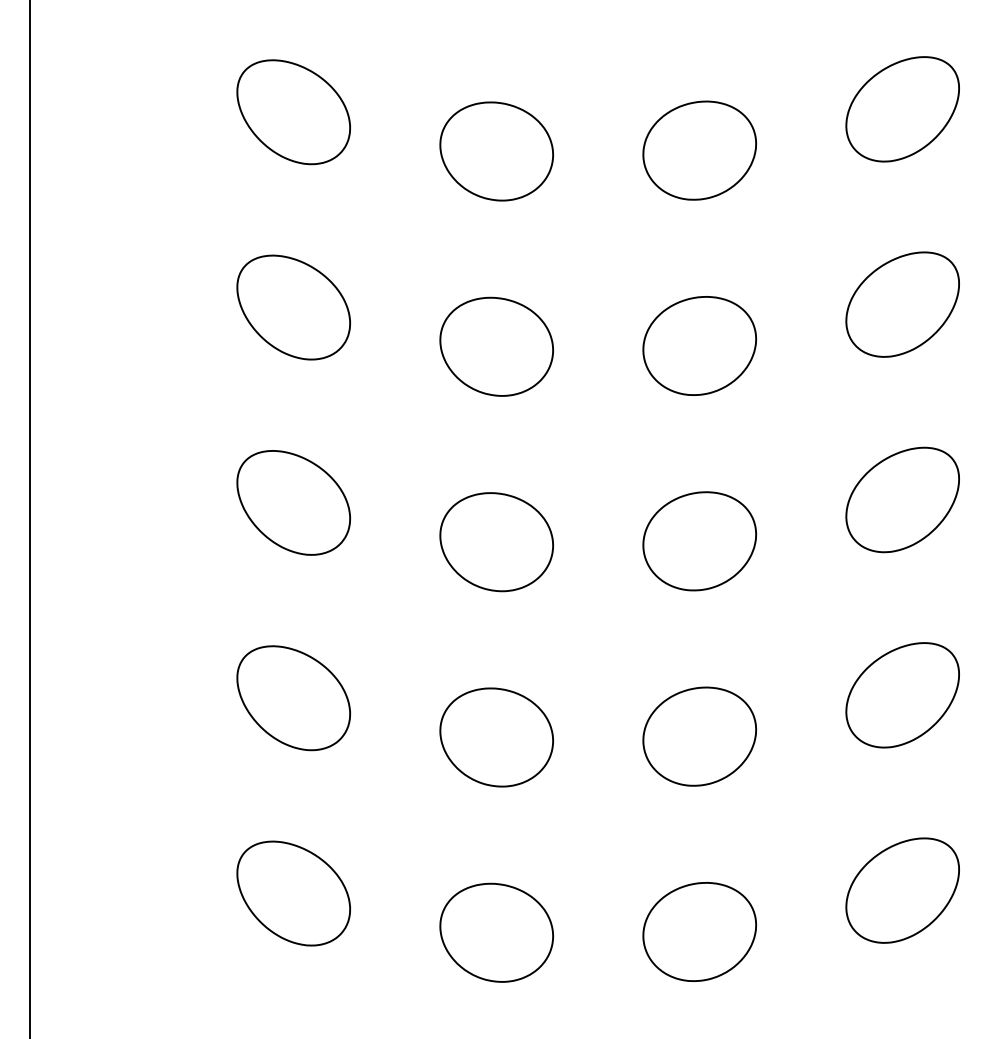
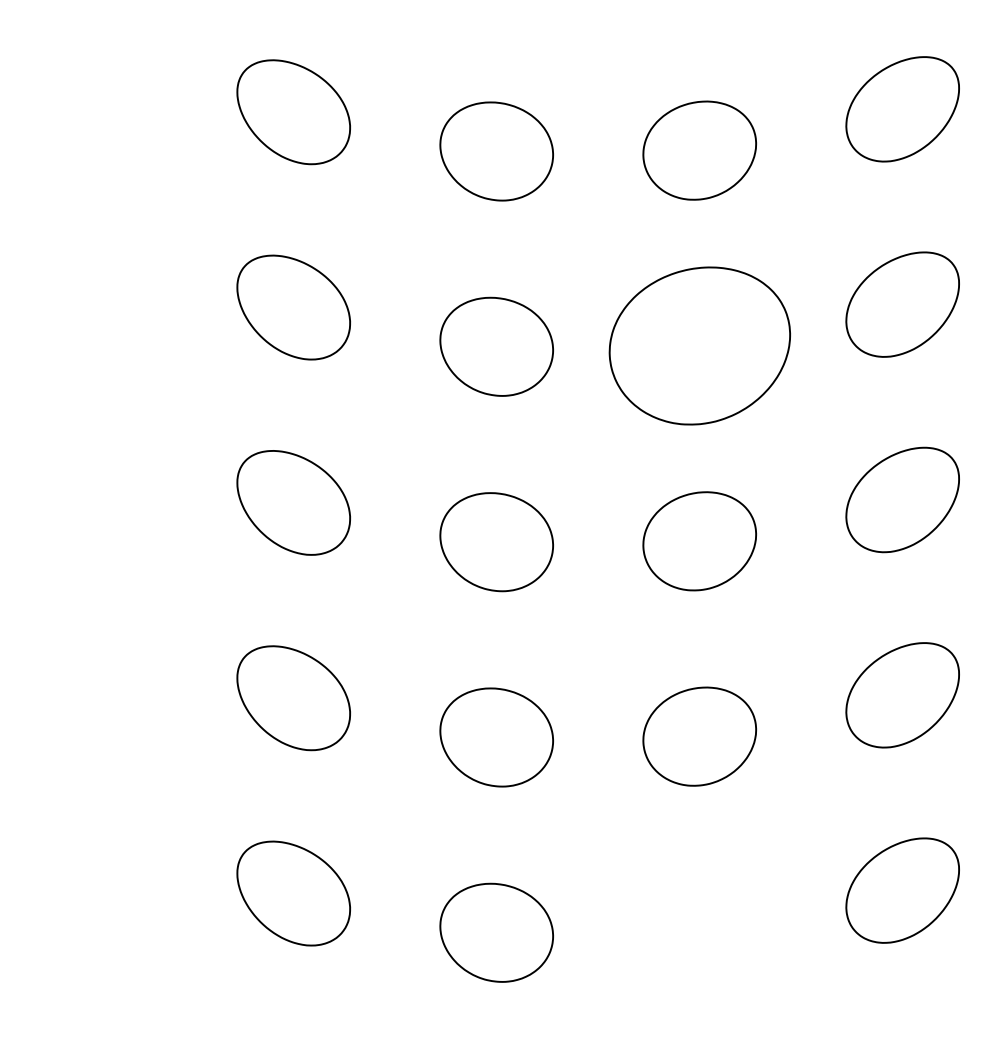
part at (699, 345) size: 115x100 px -> 183x160 px
line at (29, 518): present -> none
part at (699, 931): present -> none
